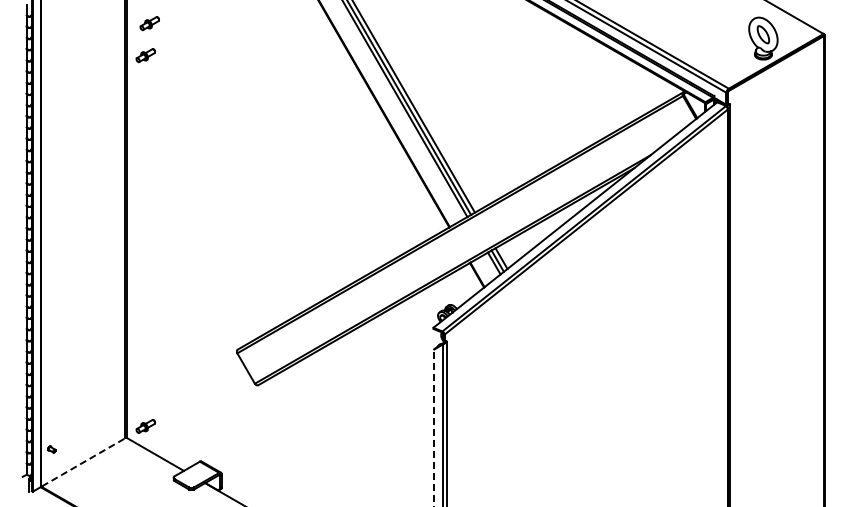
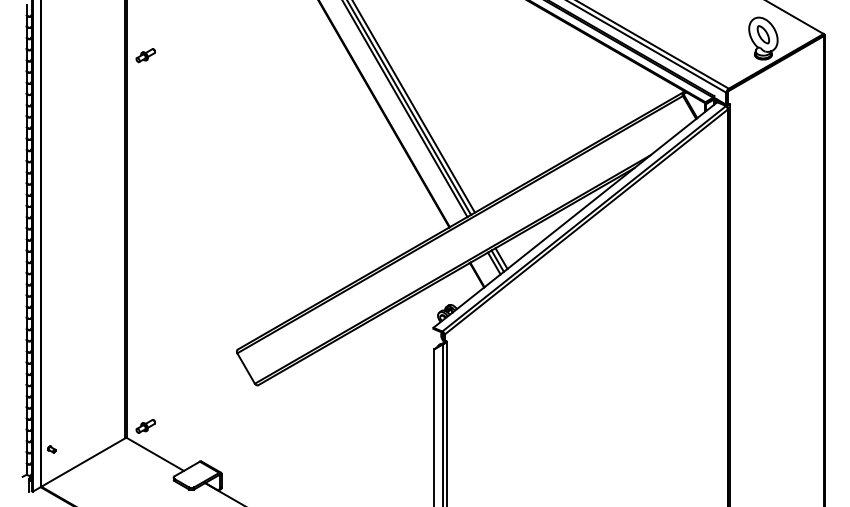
part at (149, 23): present -> none
line at (434, 427): dashed -> solid
line at (84, 462): dashed -> solid
